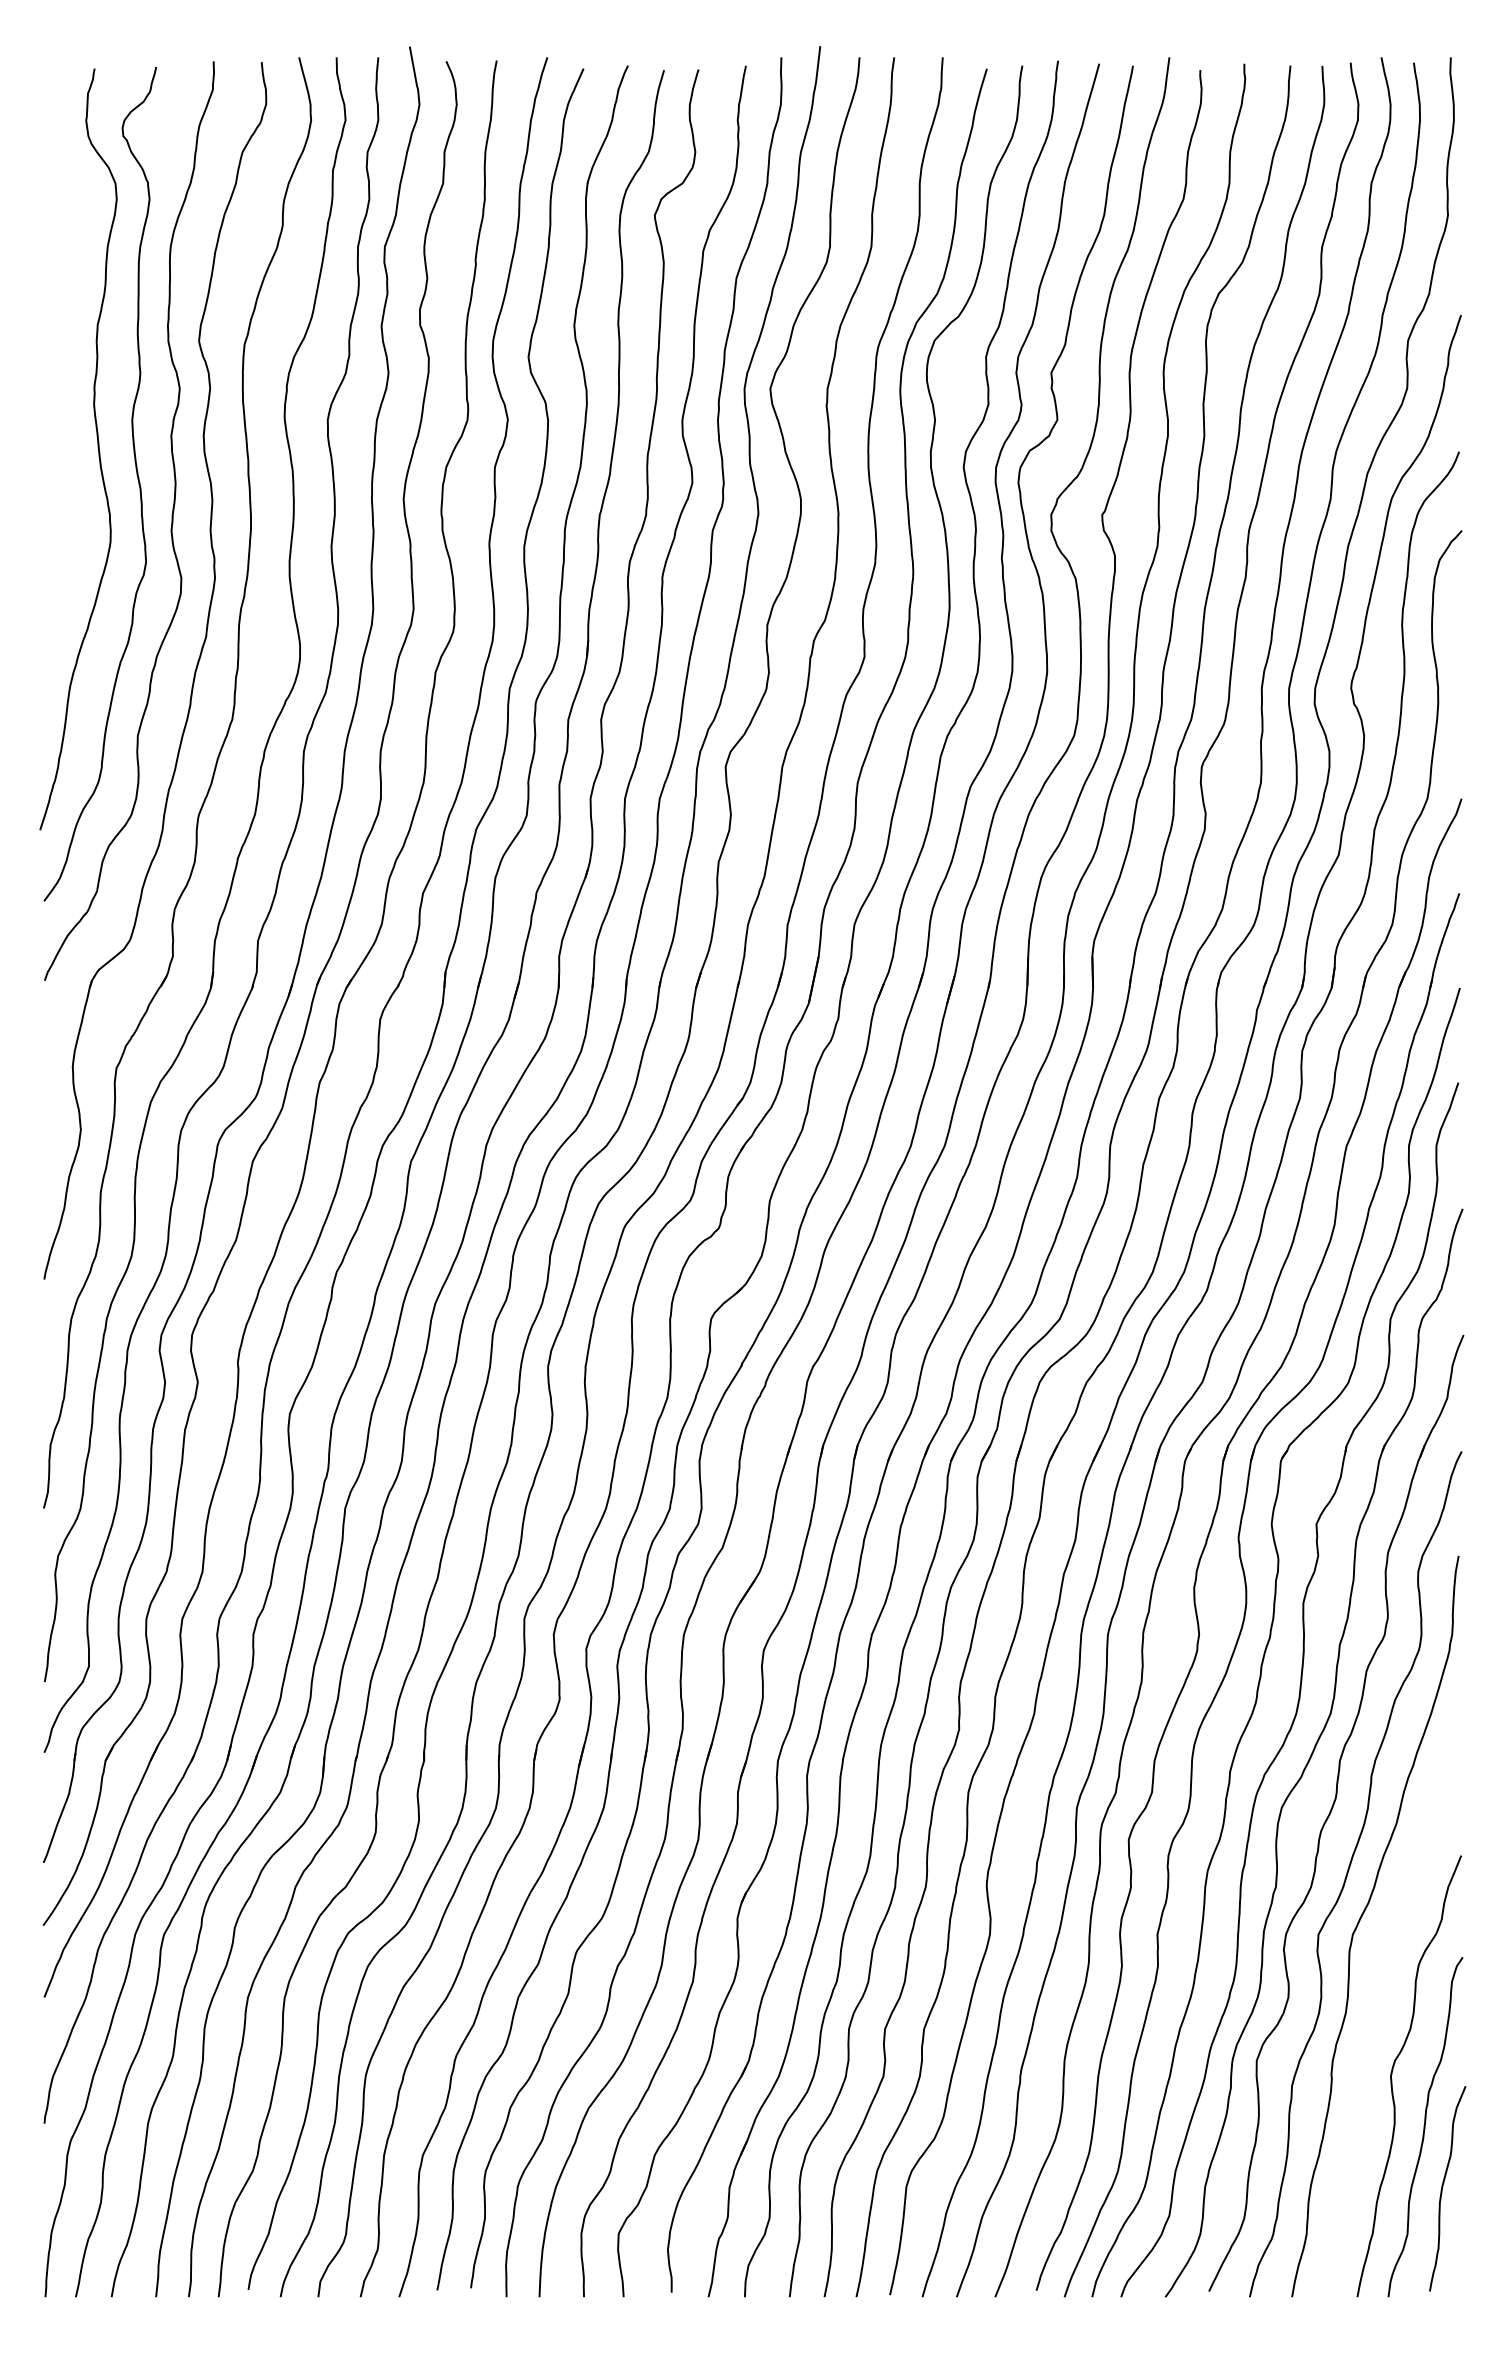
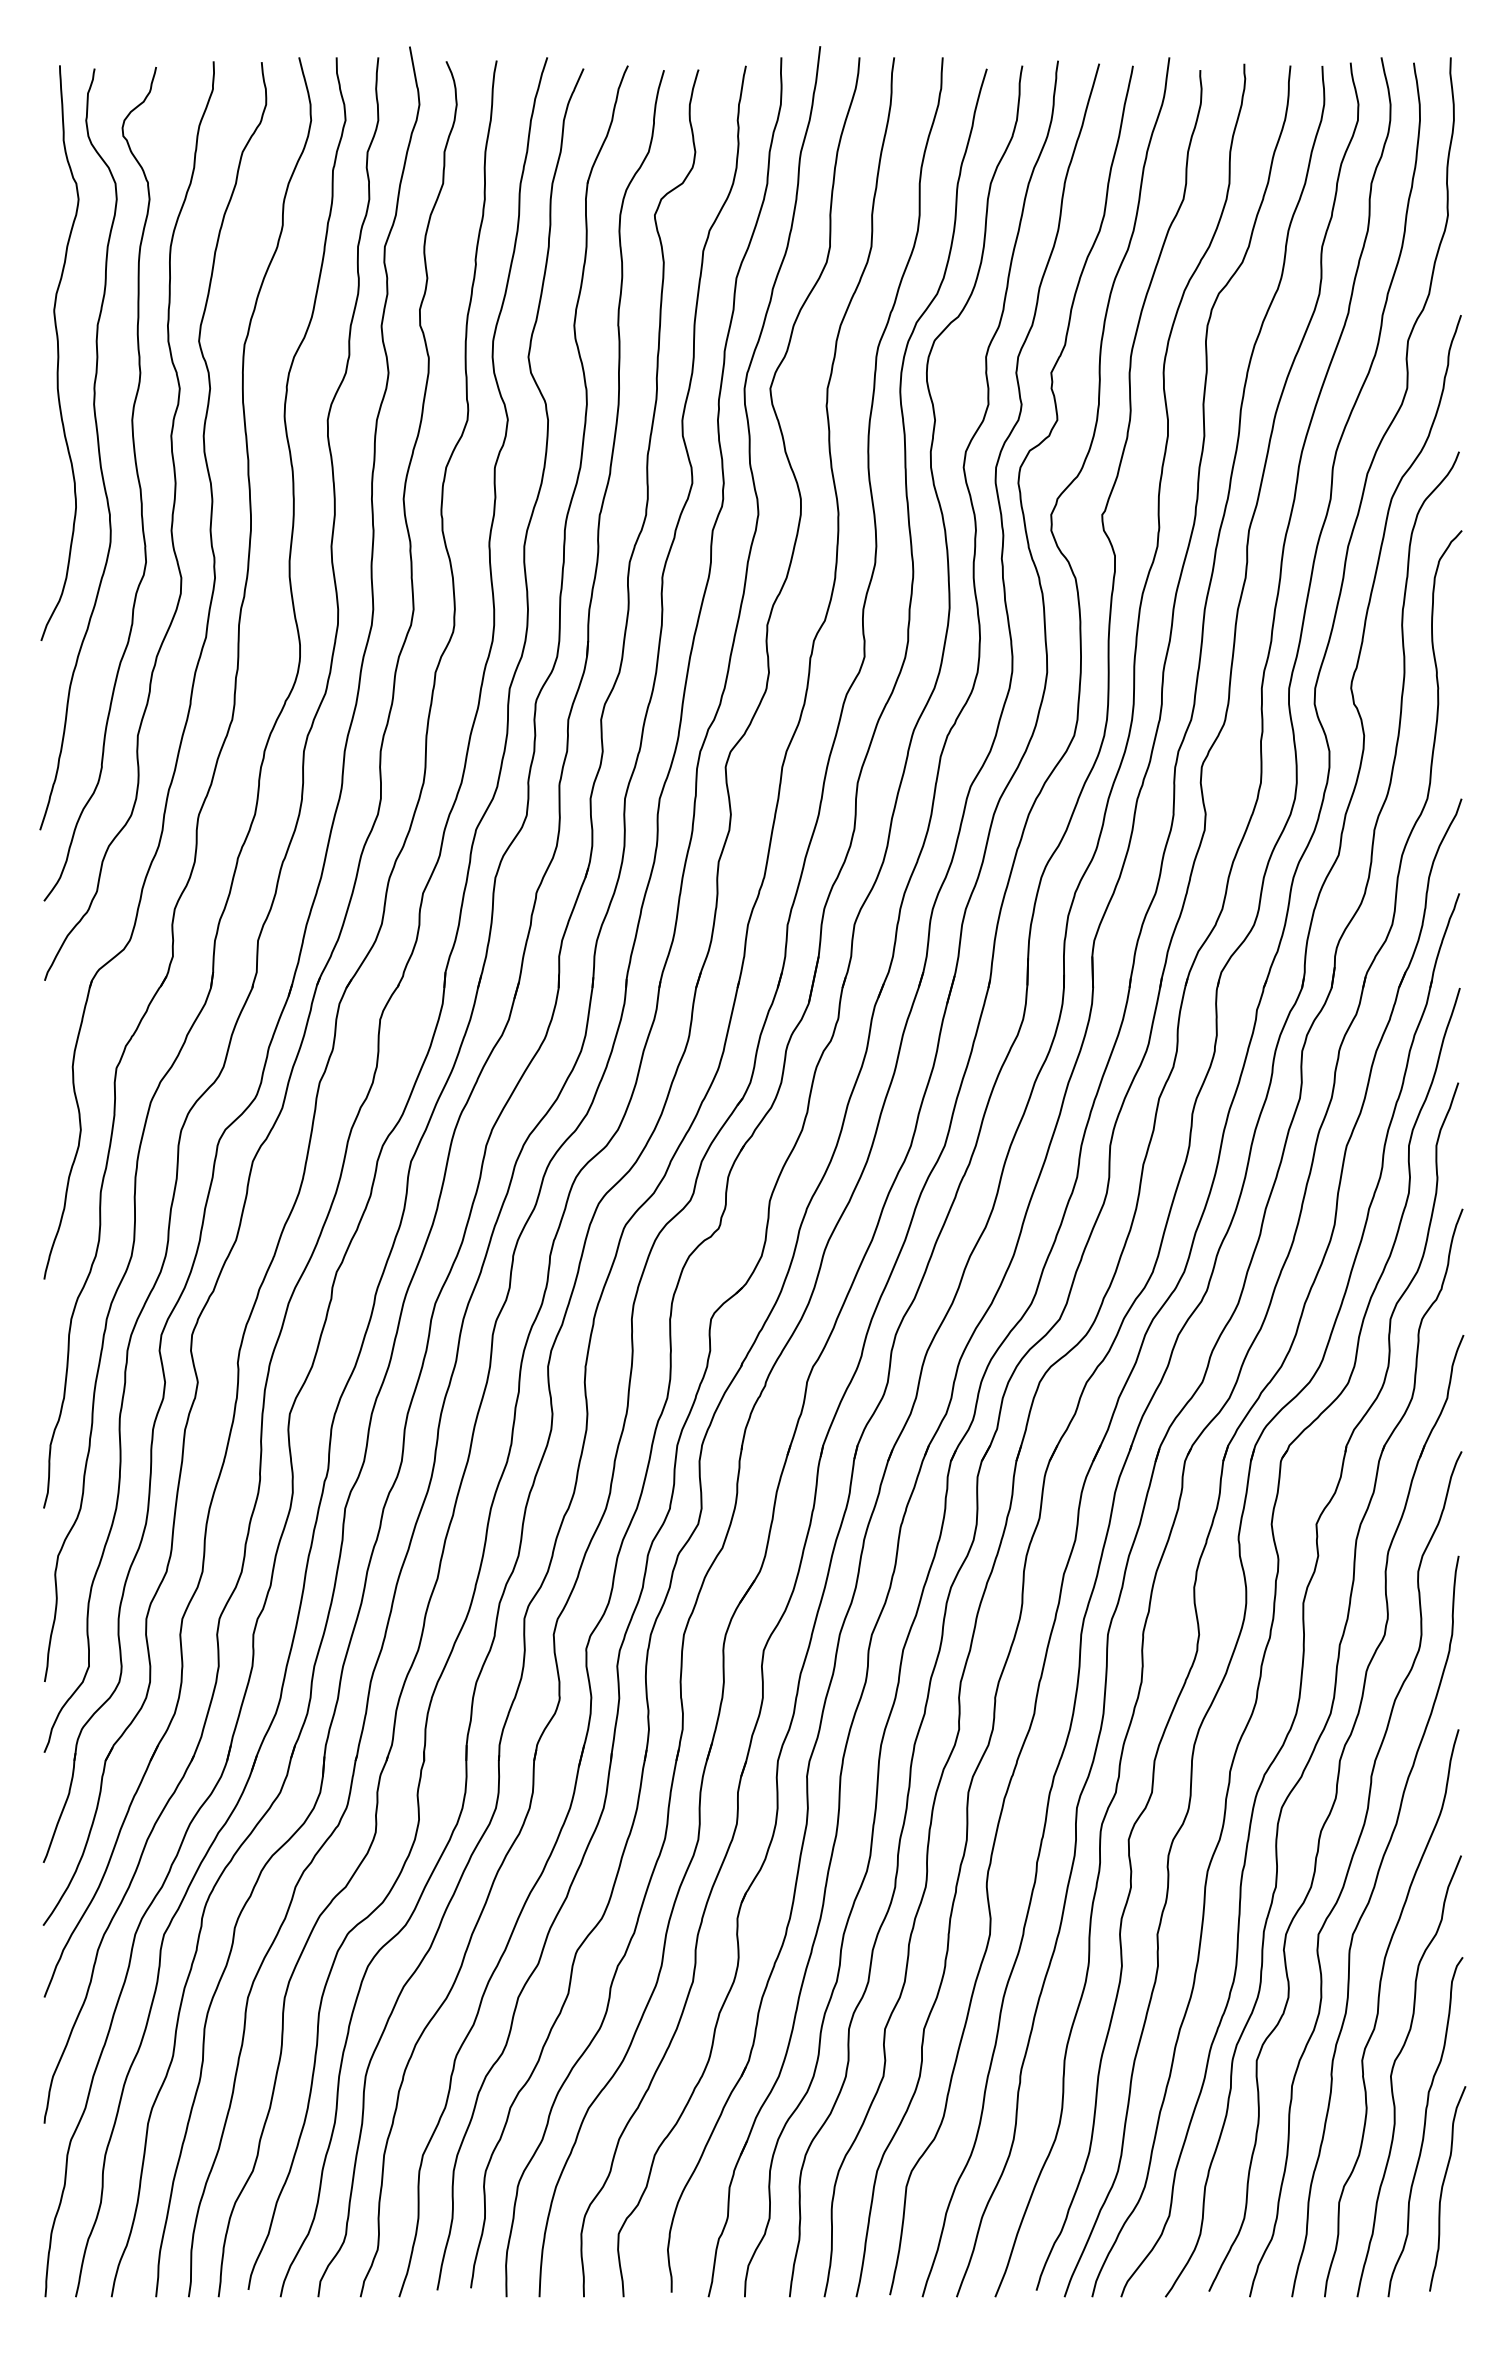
curve at (59, 352): none -> present
curve at (1378, 2013): none -> present
